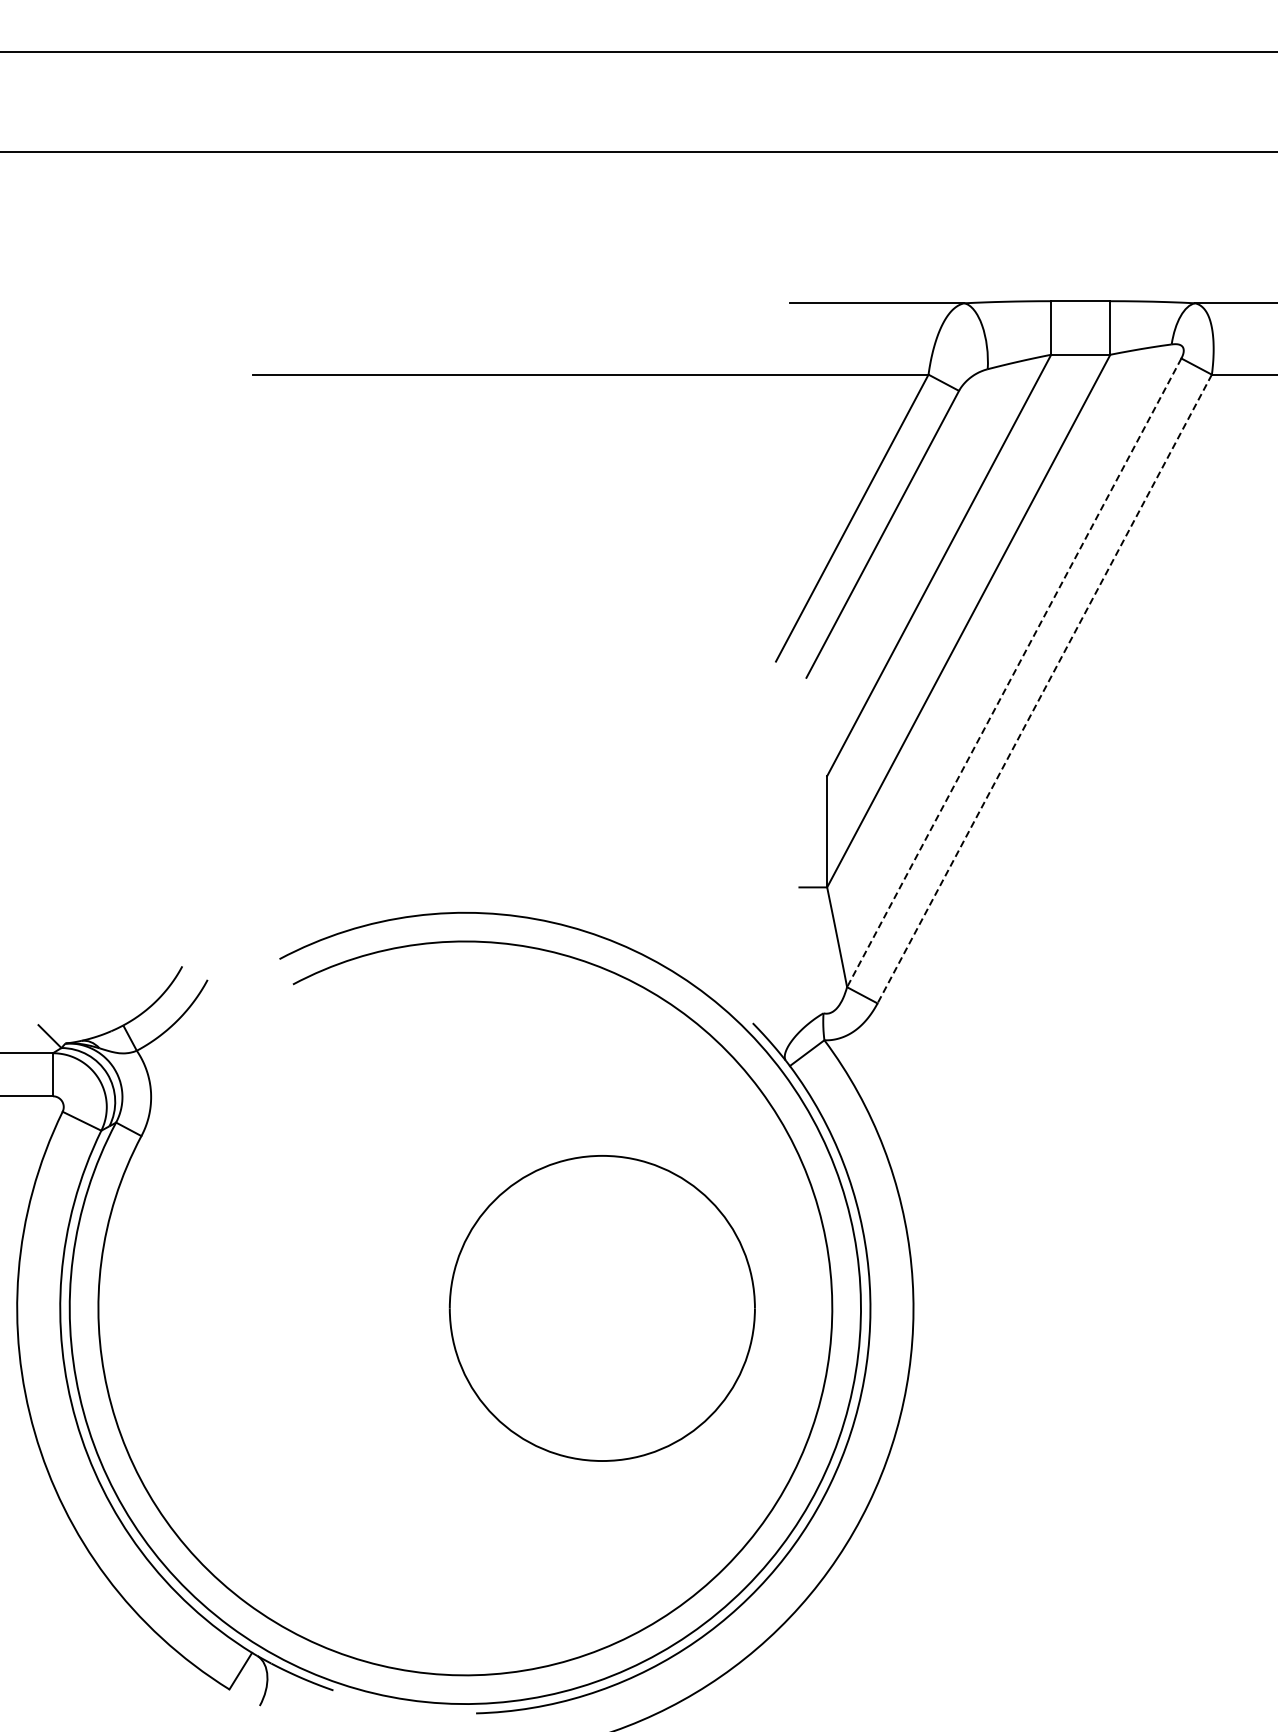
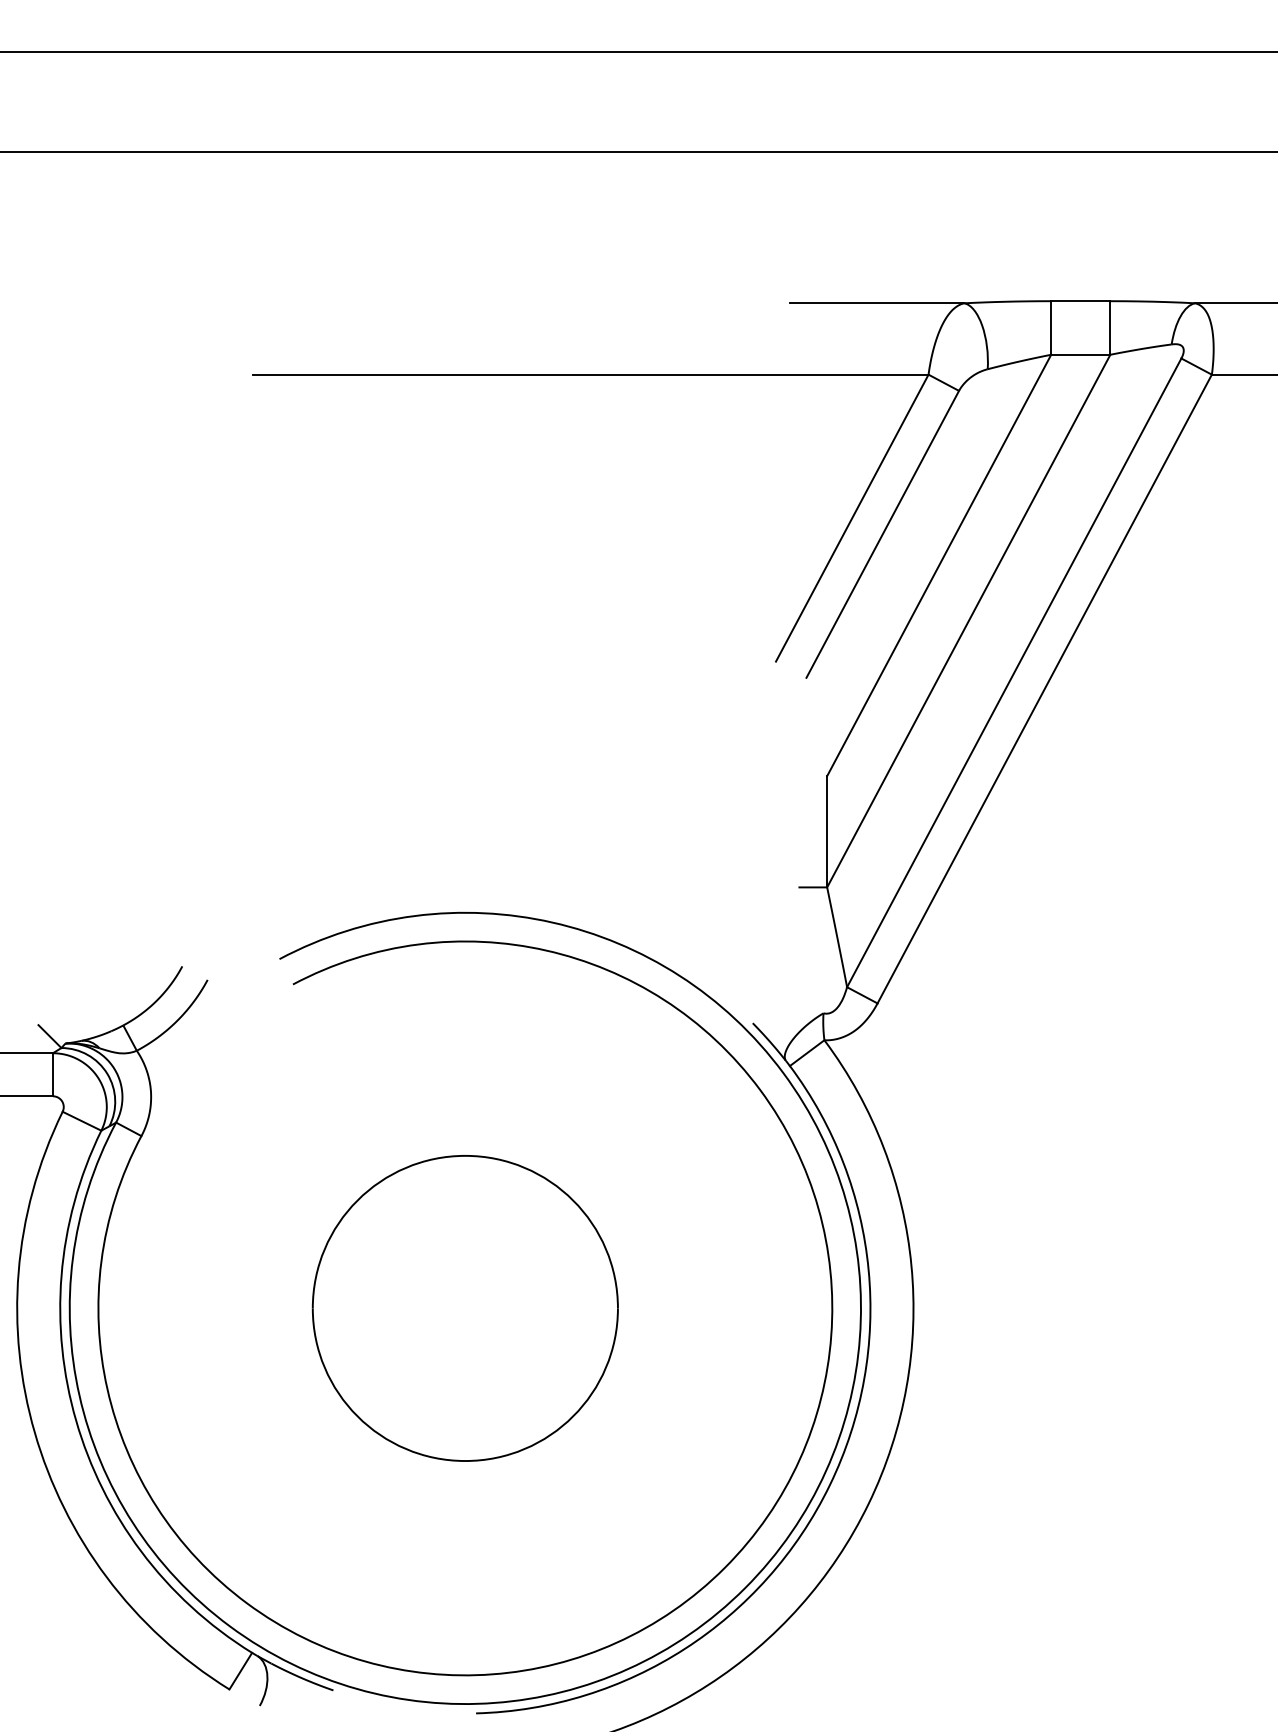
line at (1014, 673): dashed -> solid
line at (1044, 689): dashed -> solid
part at (601, 1308) position: (601, 1308) -> (464, 1308)
